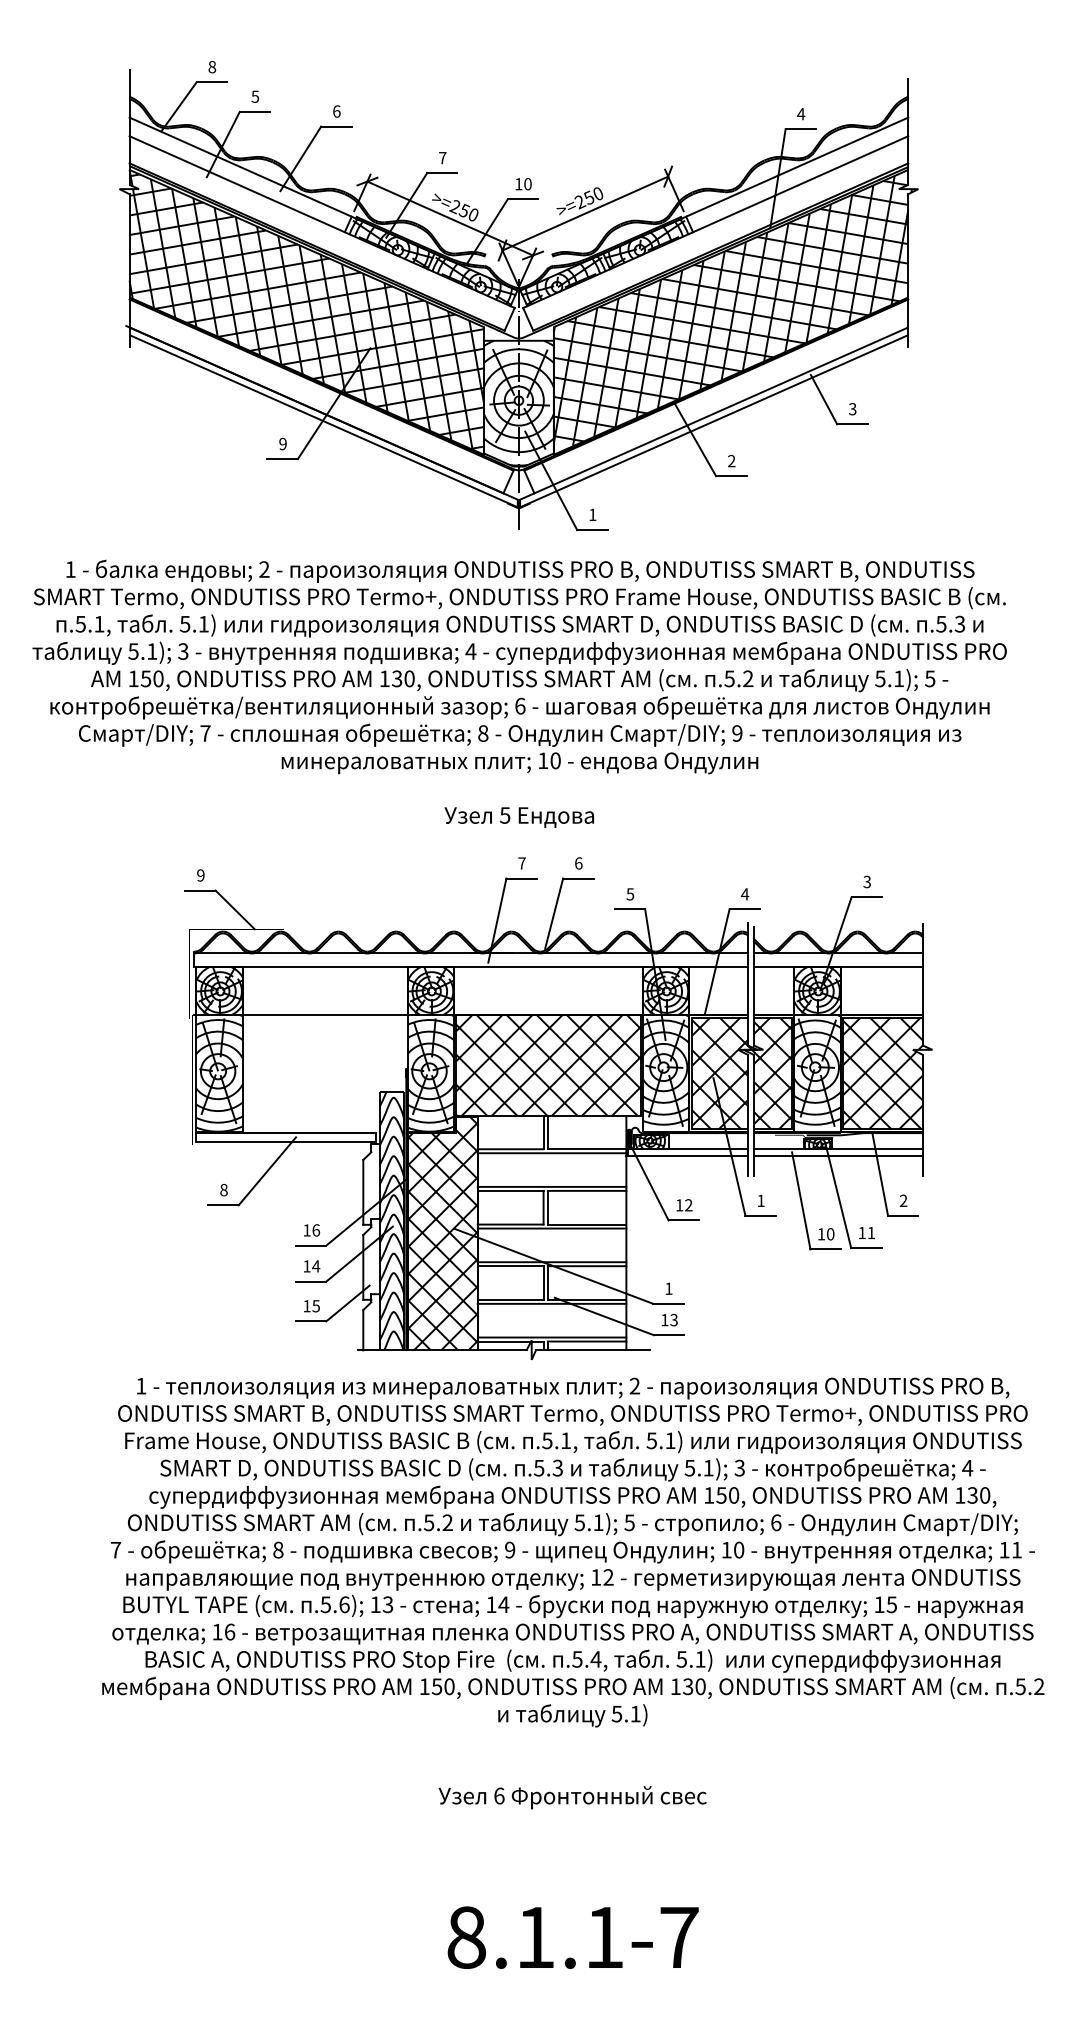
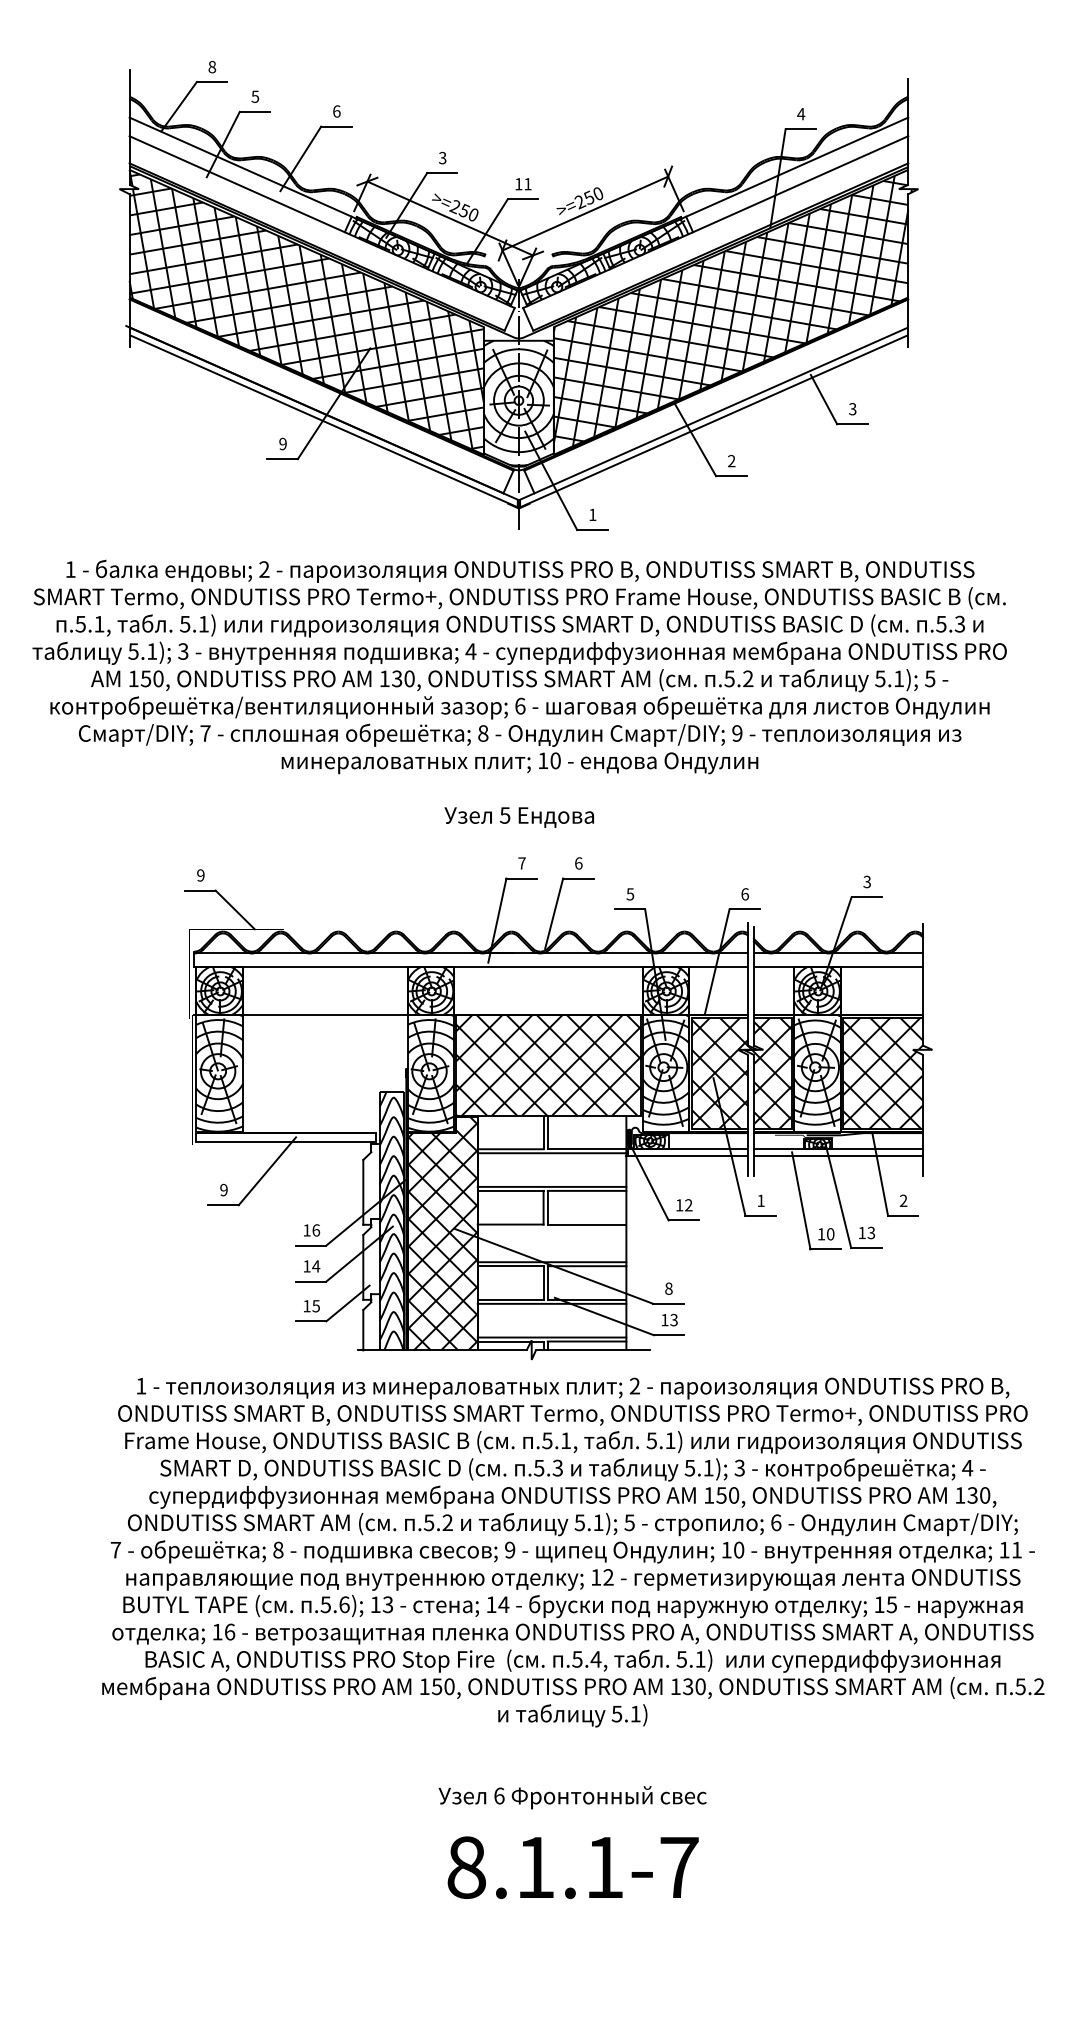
text at (442, 157): 7 -> 3
text at (527, 184): 10 -> 11
text at (745, 894): 4 -> 6
text at (223, 1190): 8 -> 9
line at (551, 1228): present -> none
text at (871, 1232): 11 -> 13
text at (668, 1288): 1 -> 8
text at (572, 1937) position: (572, 1937) -> (572, 1867)
